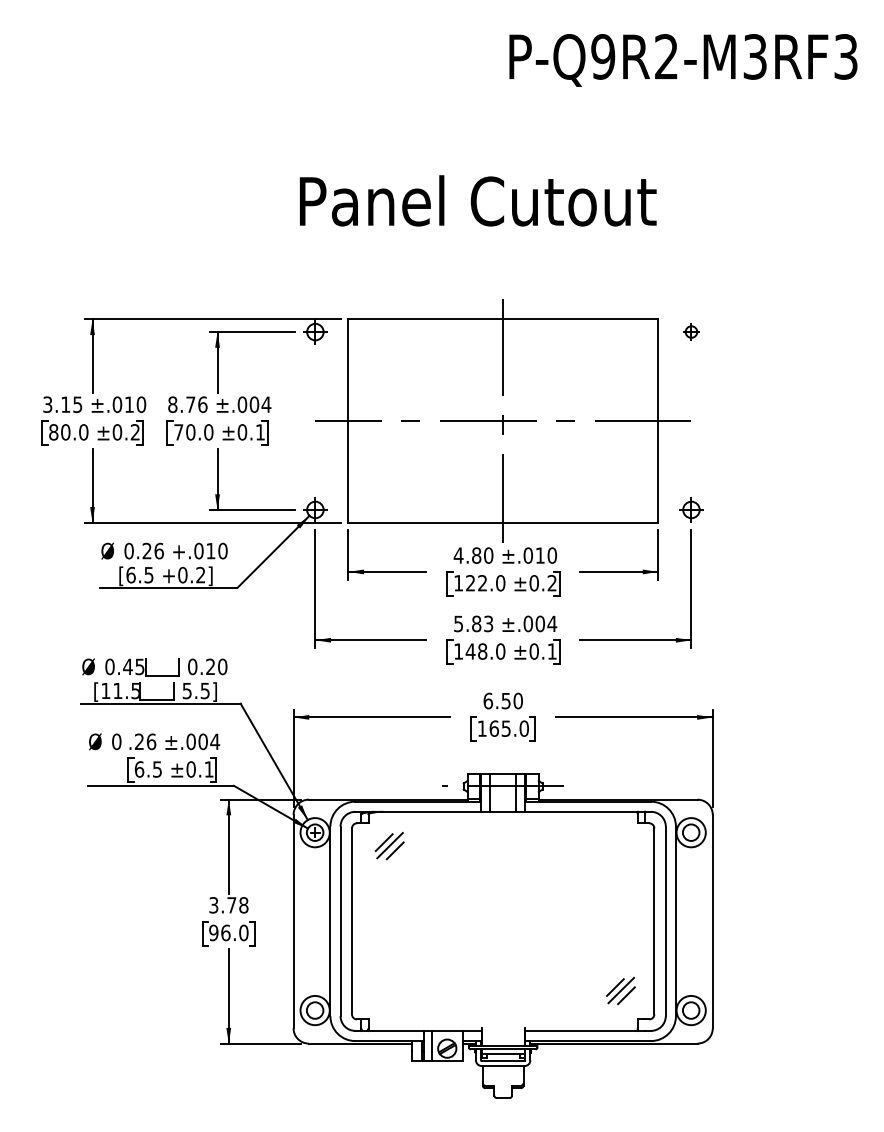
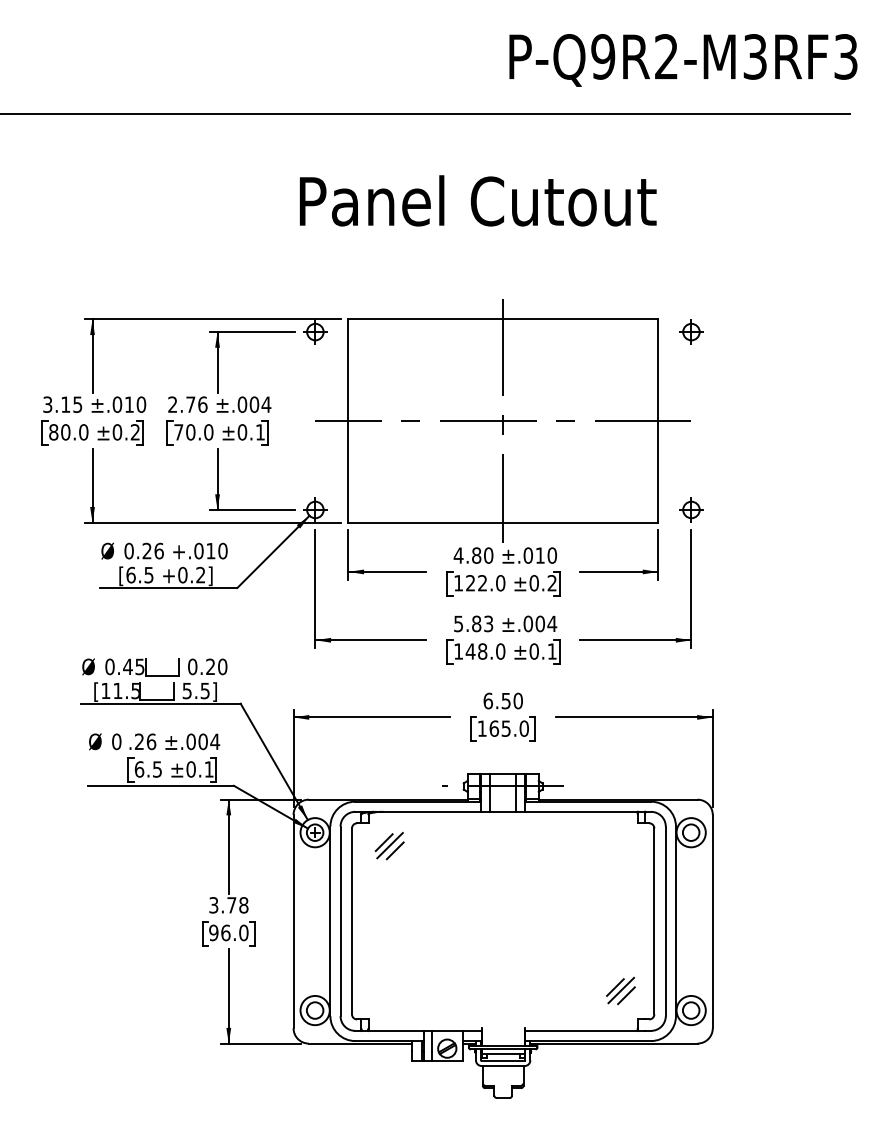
line at (426, 114): none -> present
part at (691, 331) size: 17x18 px -> 25x26 px
text at (172, 404): 8.76 -> 2.76
